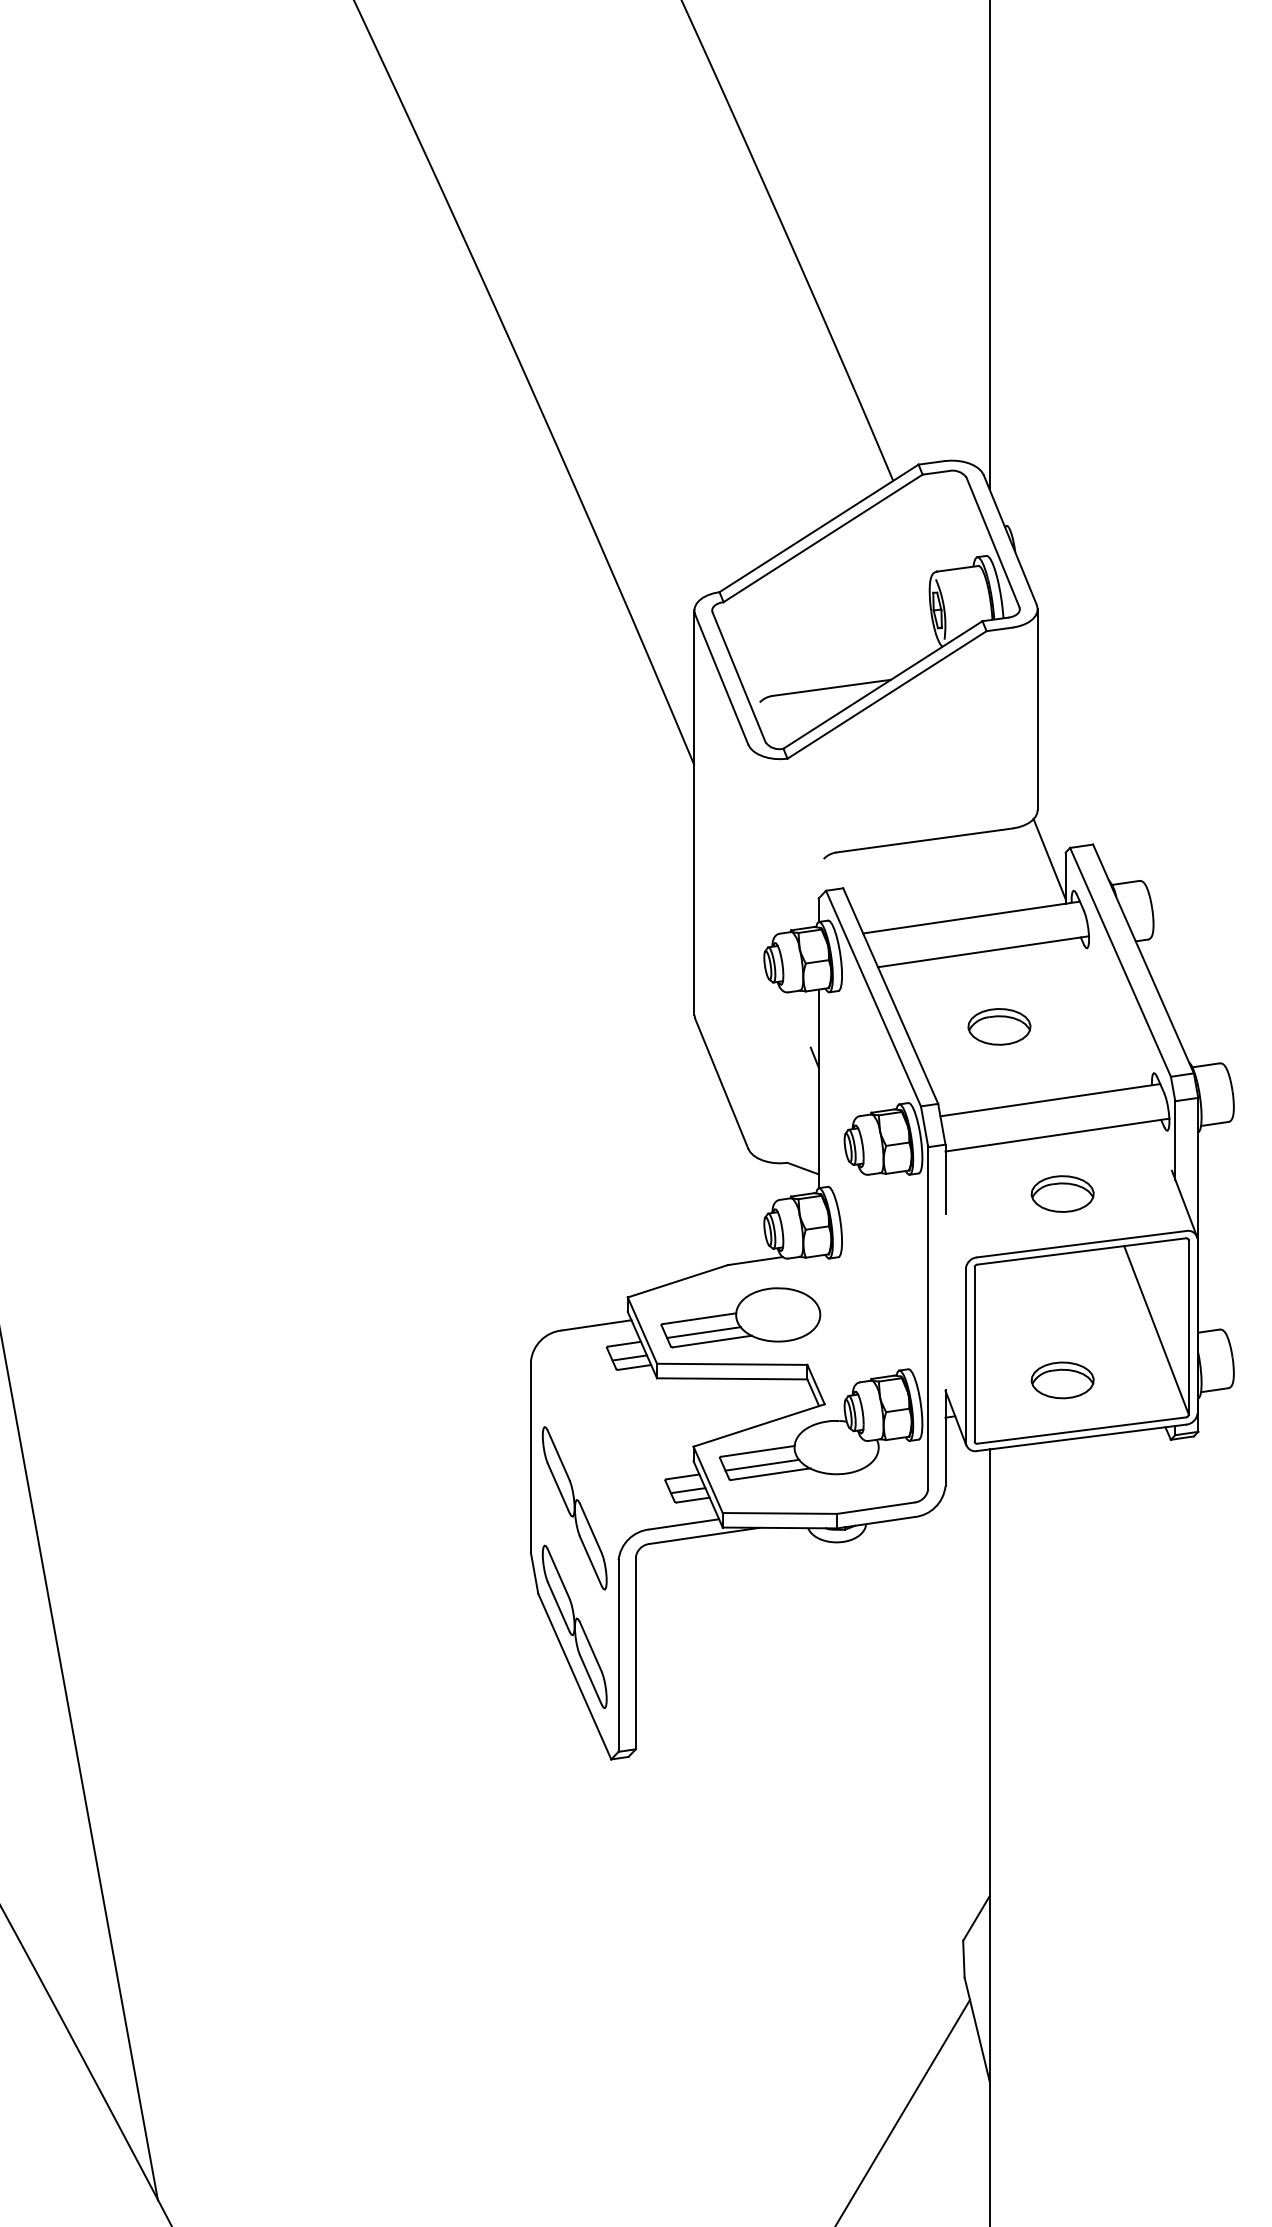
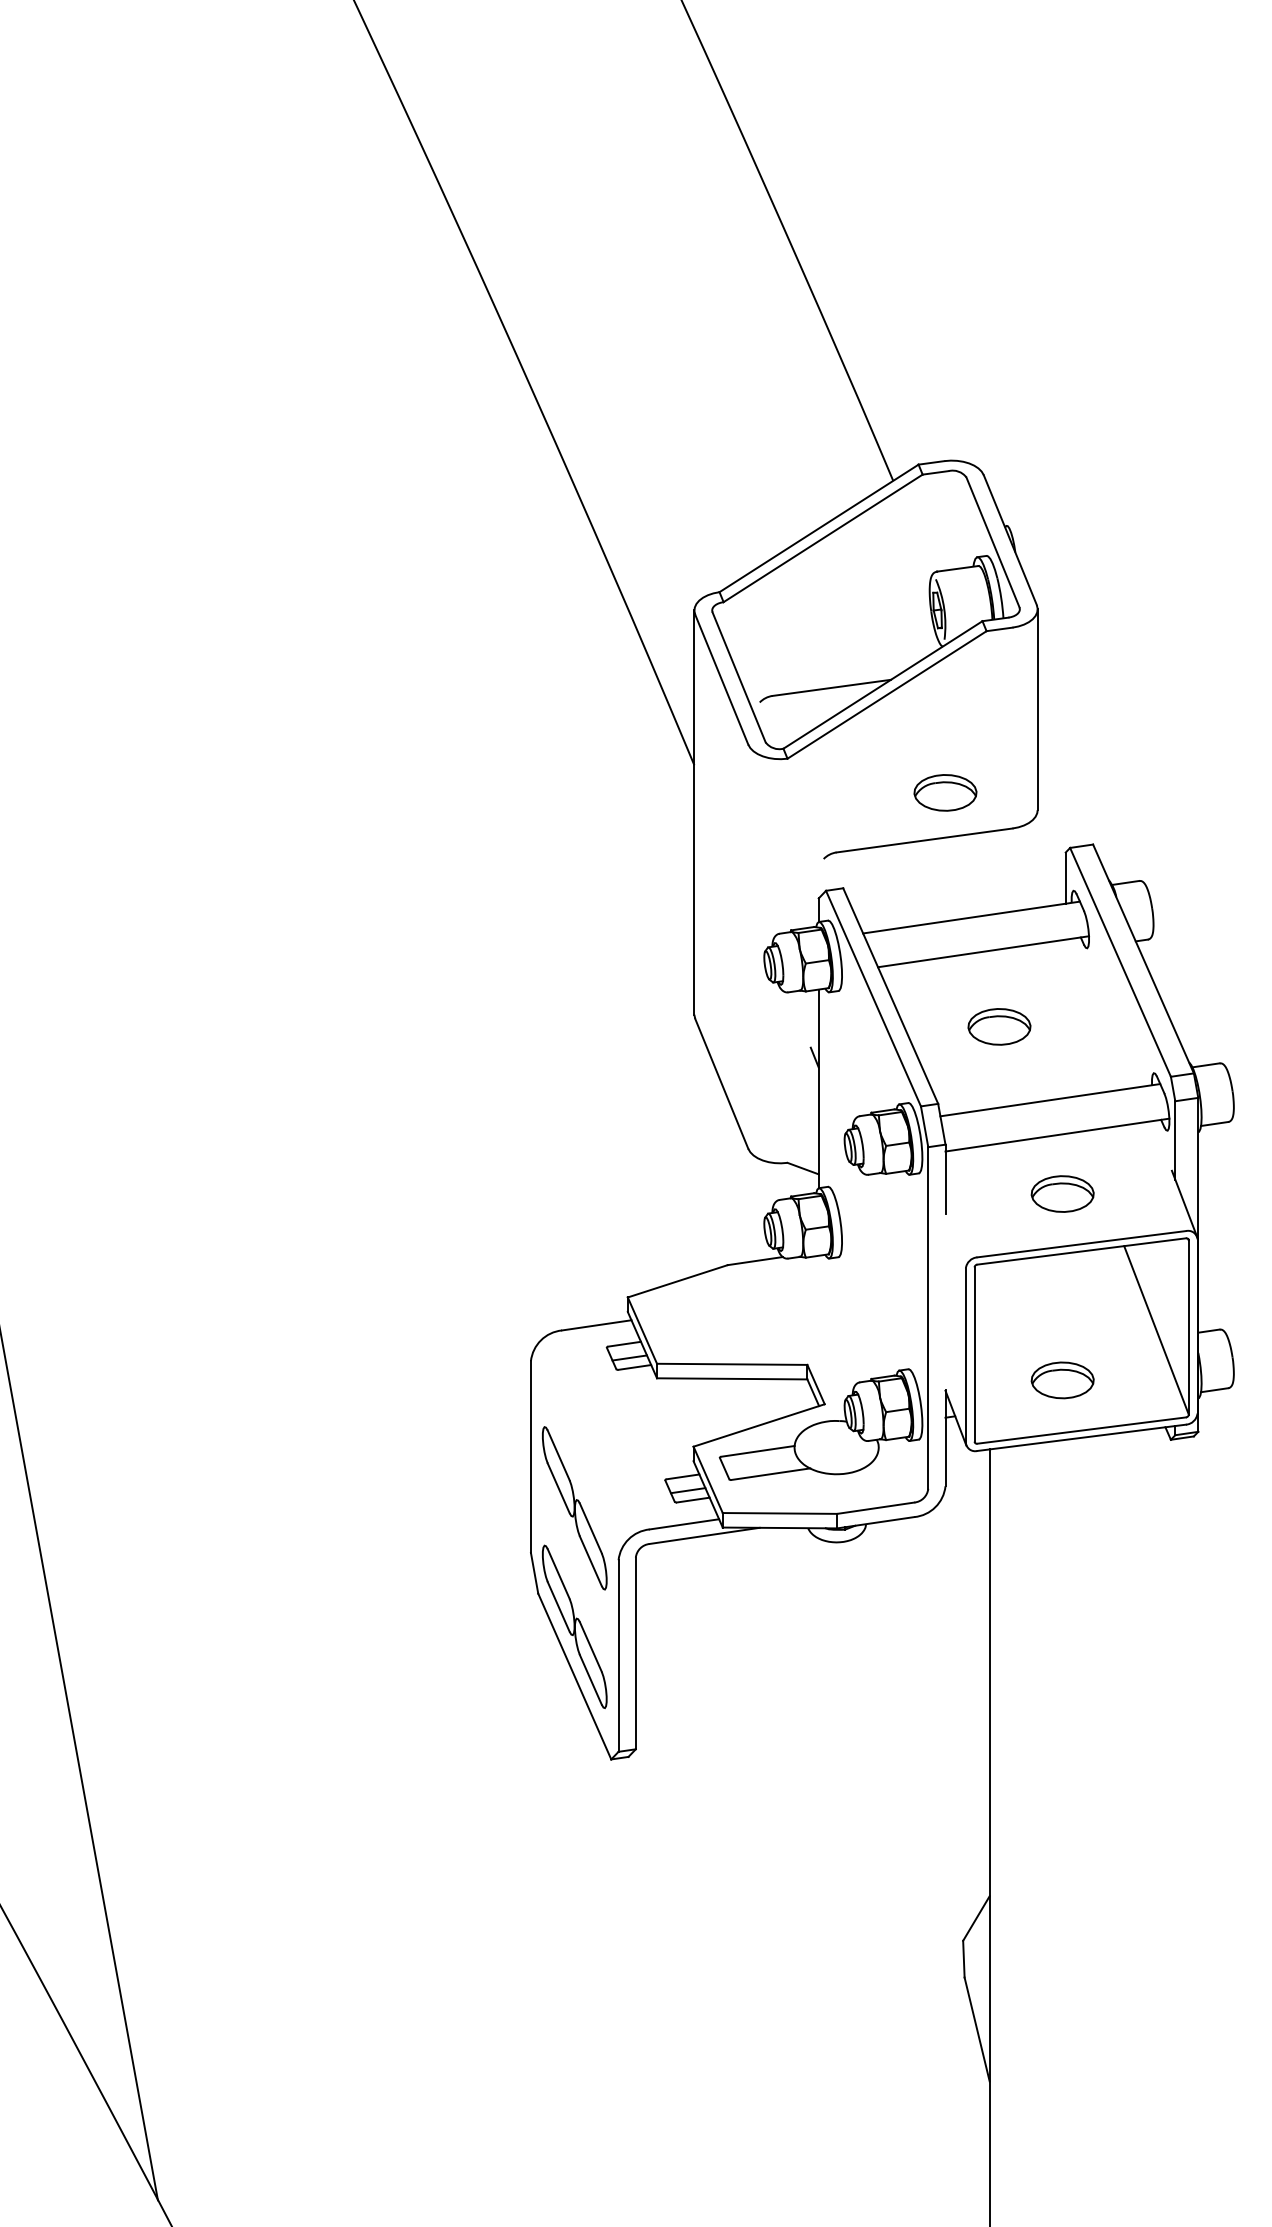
line at (989, 245): present -> none
part at (945, 792): none -> present
line at (1049, 858): present -> none
part at (740, 1317): present -> none
line at (762, 1464): present -> none
line at (903, 2111): present -> none
